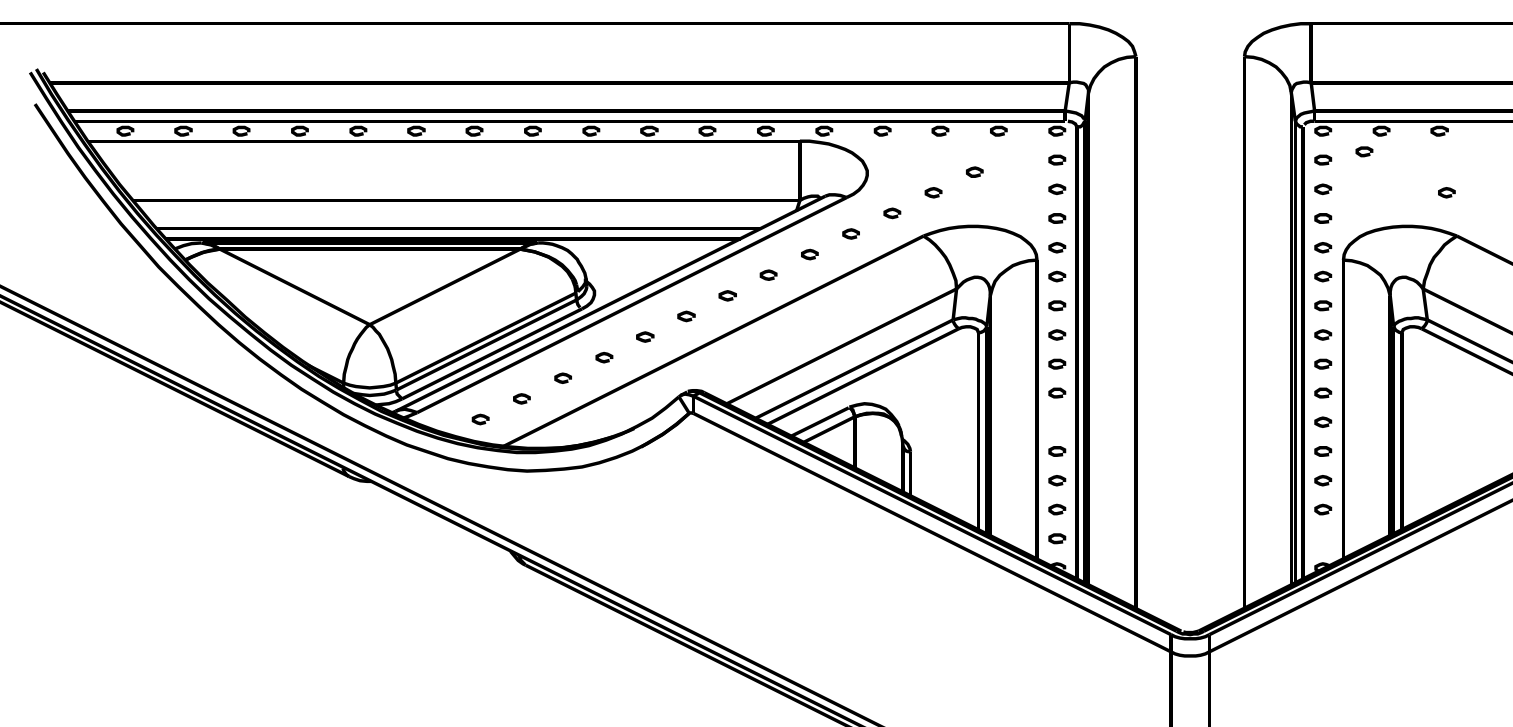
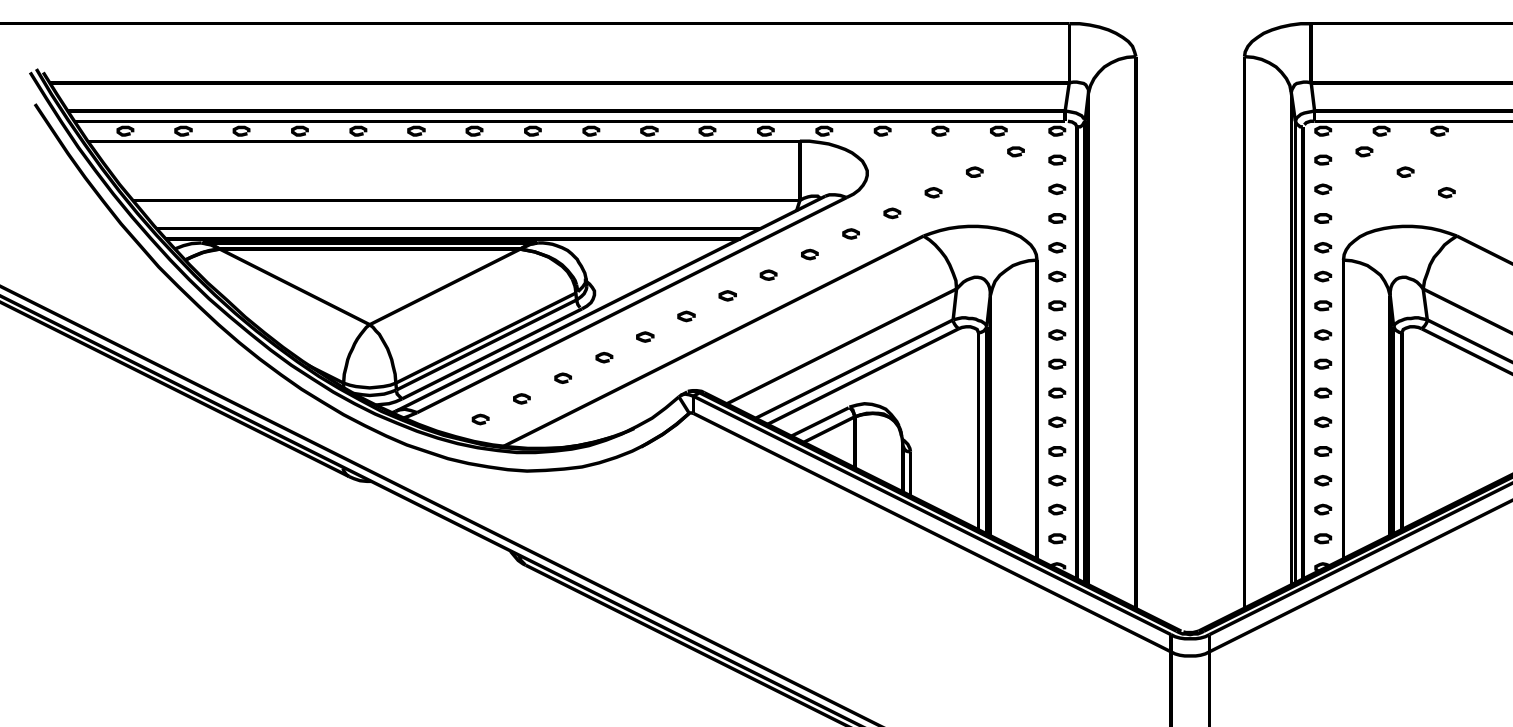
curve at (1015, 149): none -> present
curve at (1405, 169): none -> present
curve at (1058, 420): none -> present
curve at (1323, 536): none -> present
